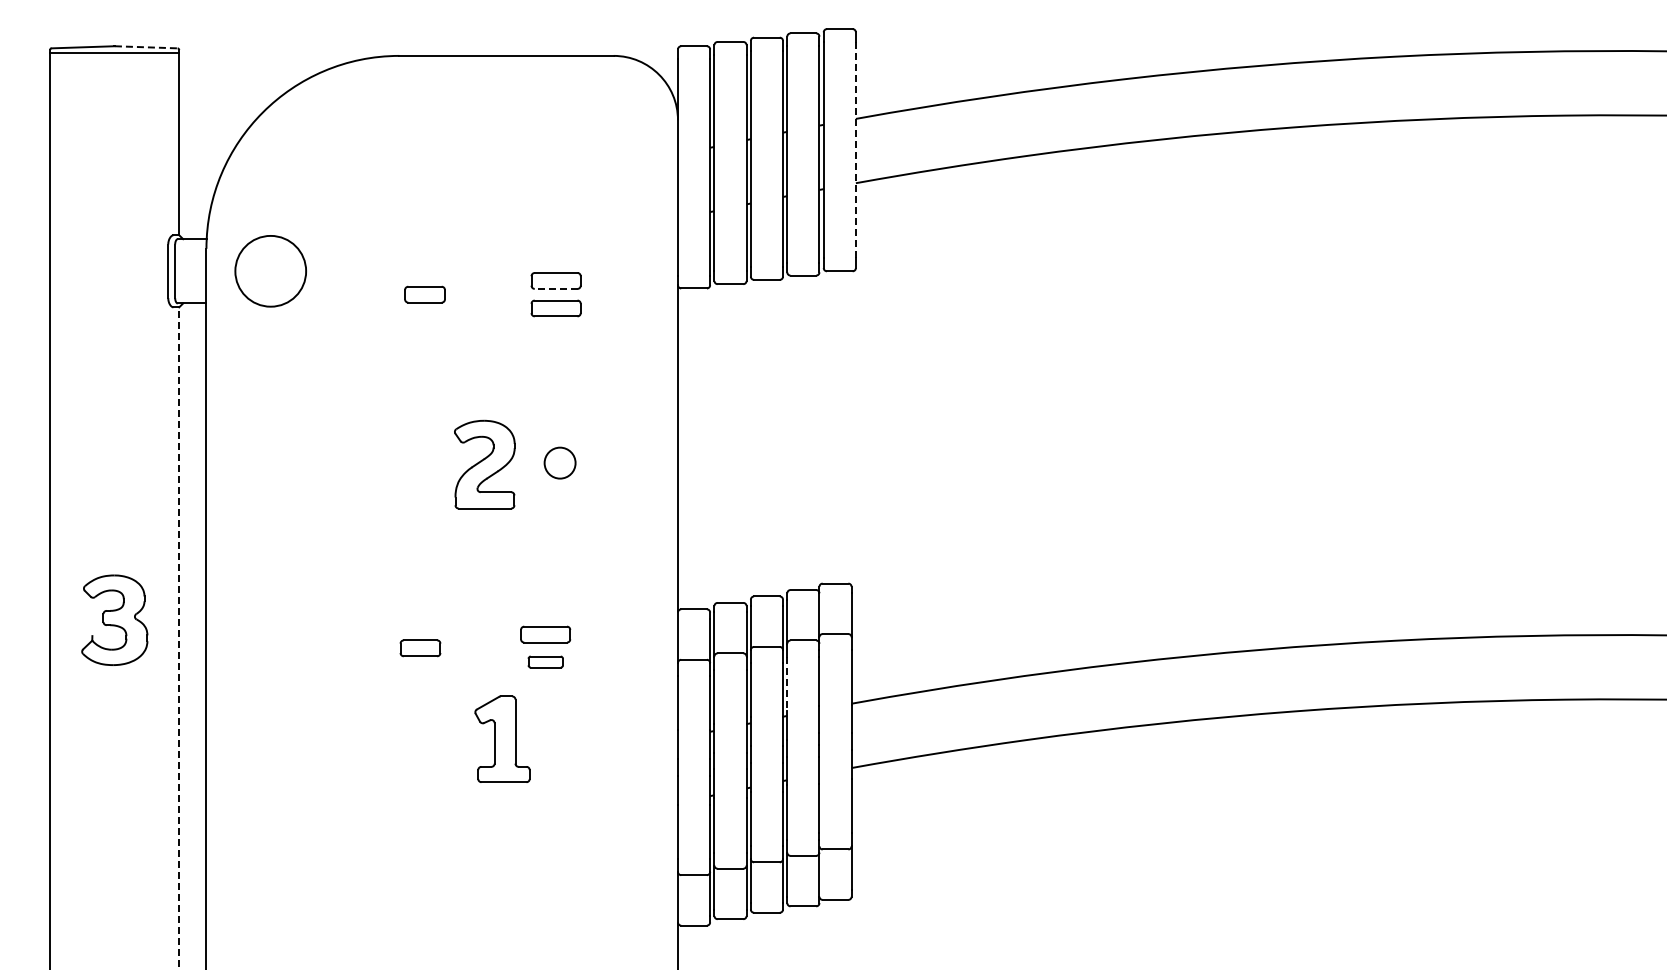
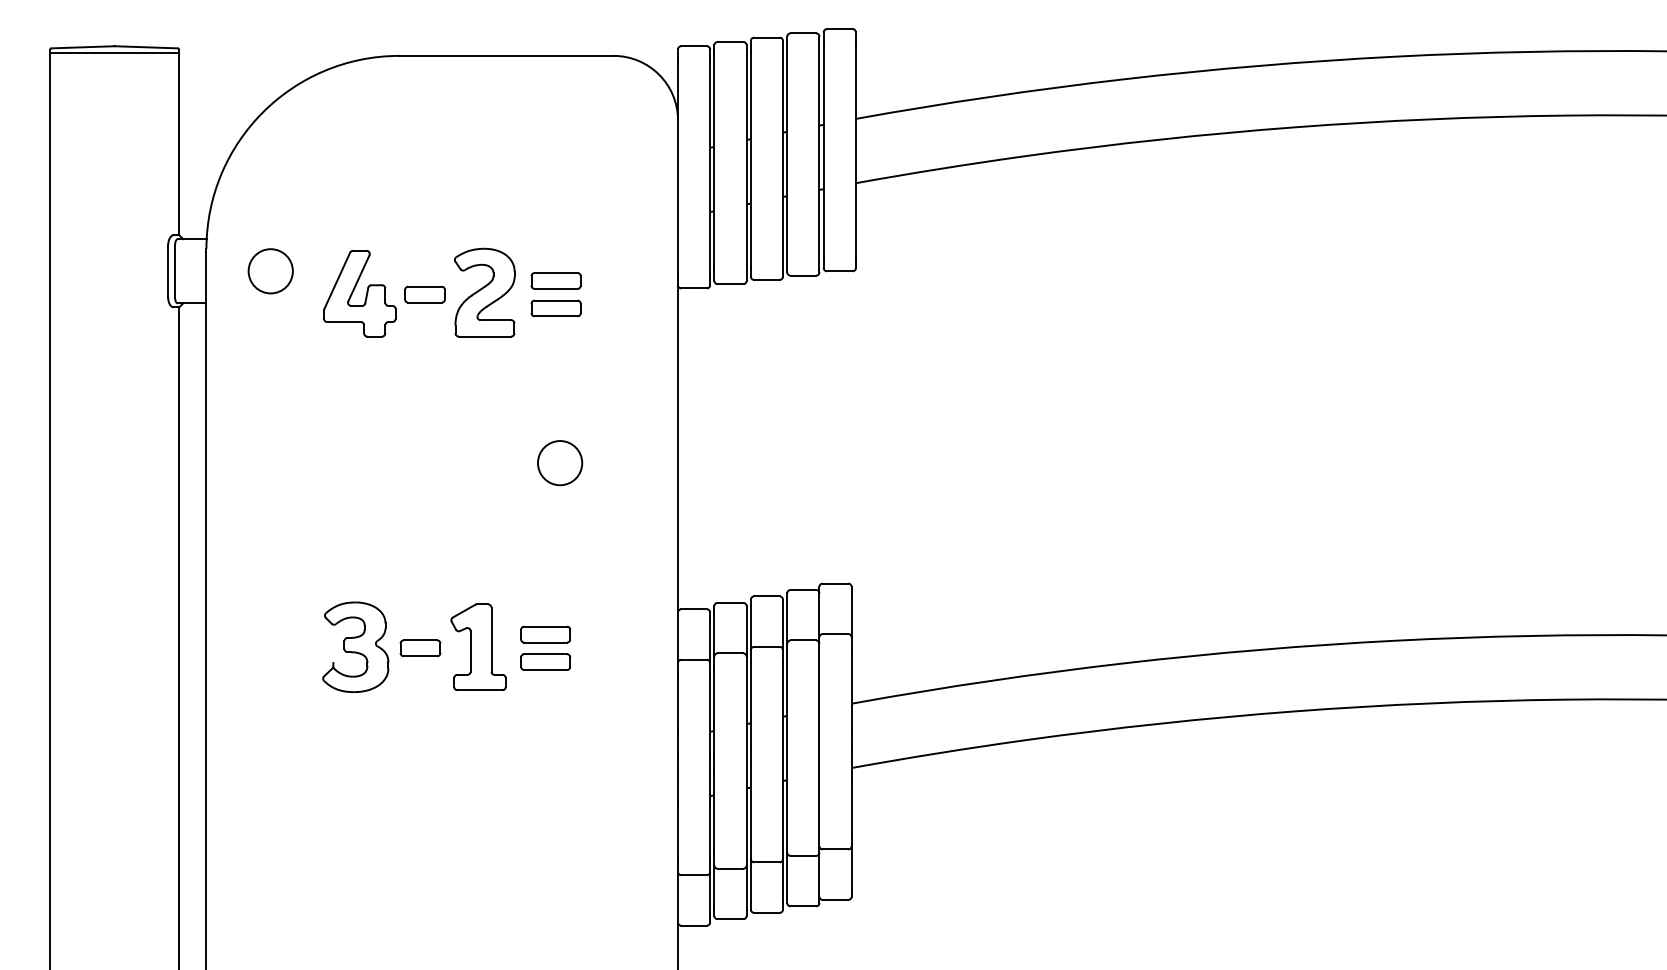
line at (146, 47): dashed -> solid
line at (855, 149): dashed -> solid
circle at (270, 270) diameter: 71 px -> 44 px
line at (555, 288): dashed -> solid
part at (359, 293): none -> present
circle at (559, 462) diameter: 31 px -> 44 px
part at (484, 464) position: (484, 464) -> (484, 292)
part at (114, 619) position: (114, 619) -> (355, 646)
line at (179, 638): dashed -> solid
part at (545, 661) size: 37x14 px -> 52x18 px
line at (787, 684): dashed -> solid
part at (502, 738) position: (502, 738) -> (478, 646)
